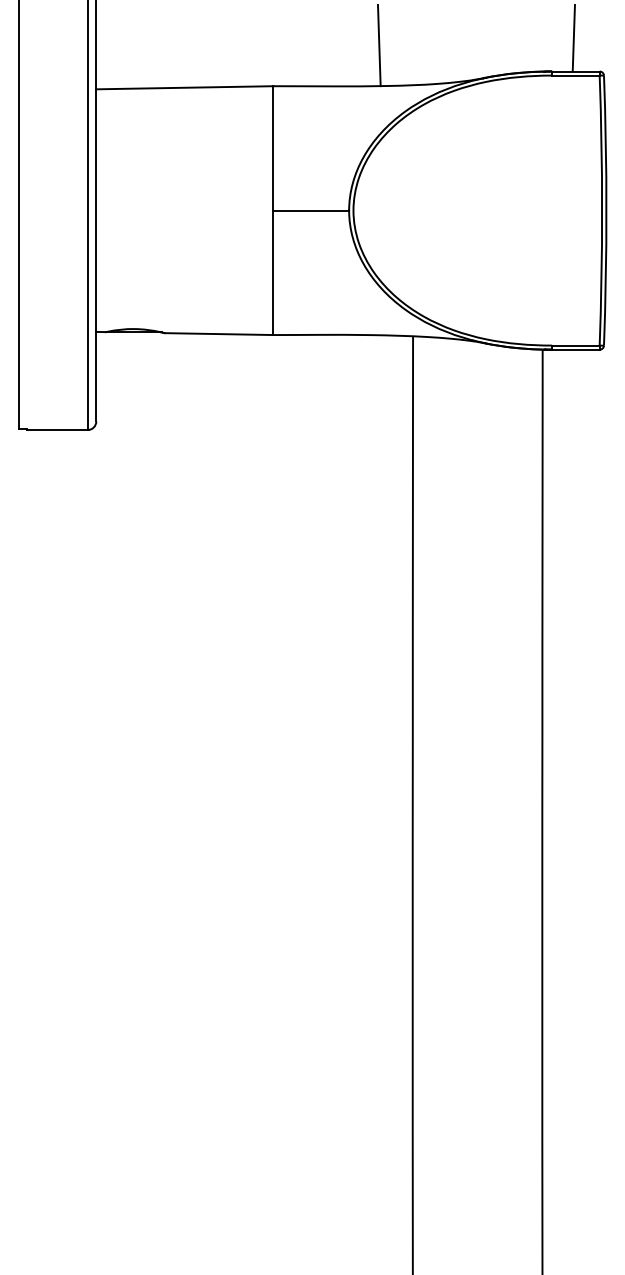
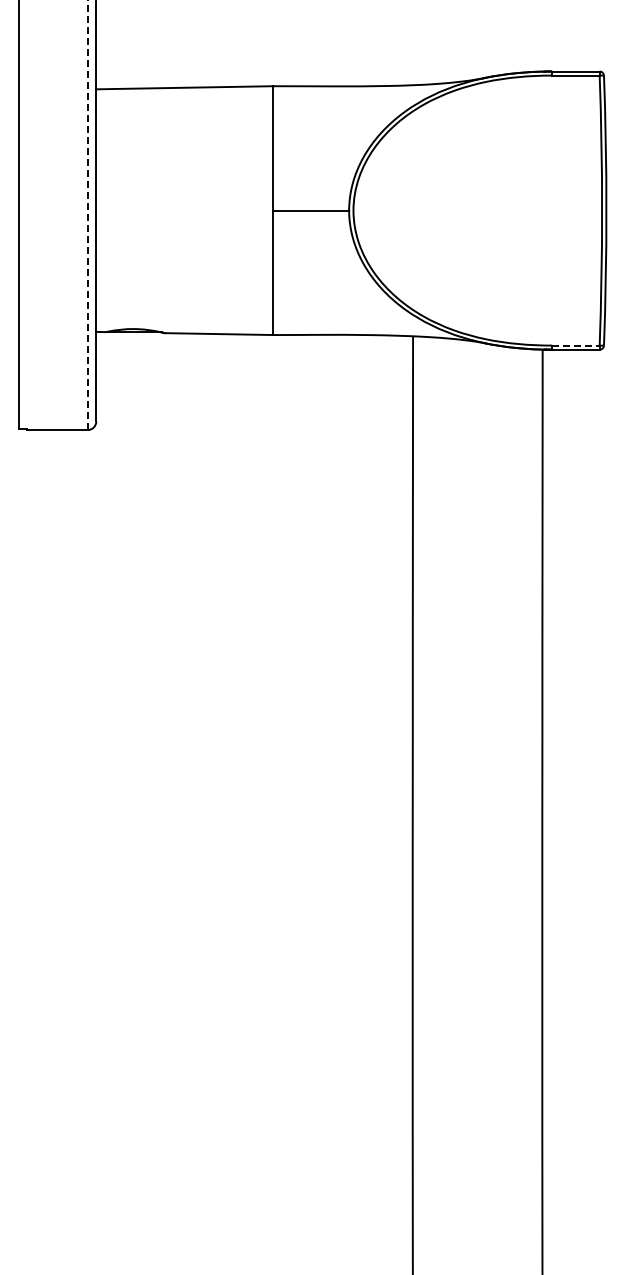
line at (573, 38): present -> none
line at (378, 45): present -> none
line at (87, 215): solid -> dashed
line at (575, 345): solid -> dashed
